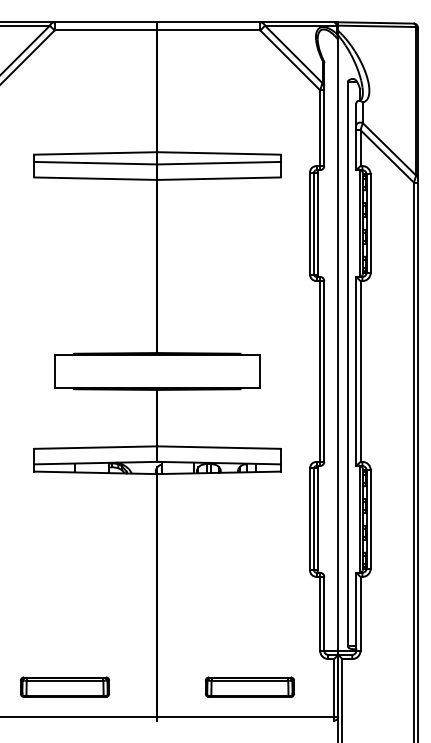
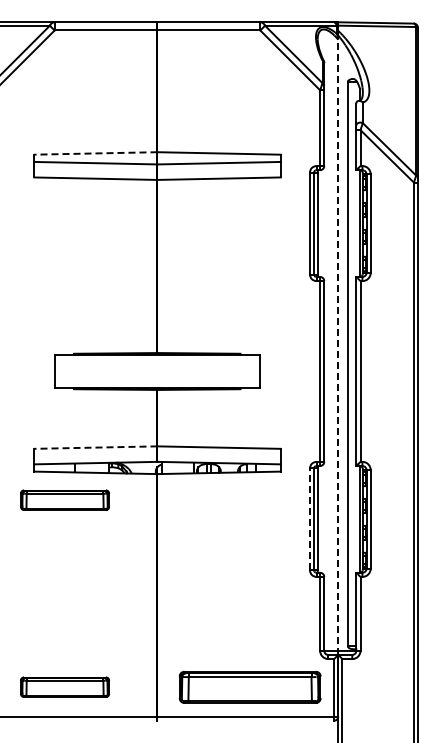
line at (95, 153): solid -> dashed
line at (338, 345): solid -> dashed
line at (95, 447): solid -> dashed
part at (64, 499): none -> present
line at (309, 519): solid -> dashed
part at (249, 686) size: 91x22 px -> 144x34 px
